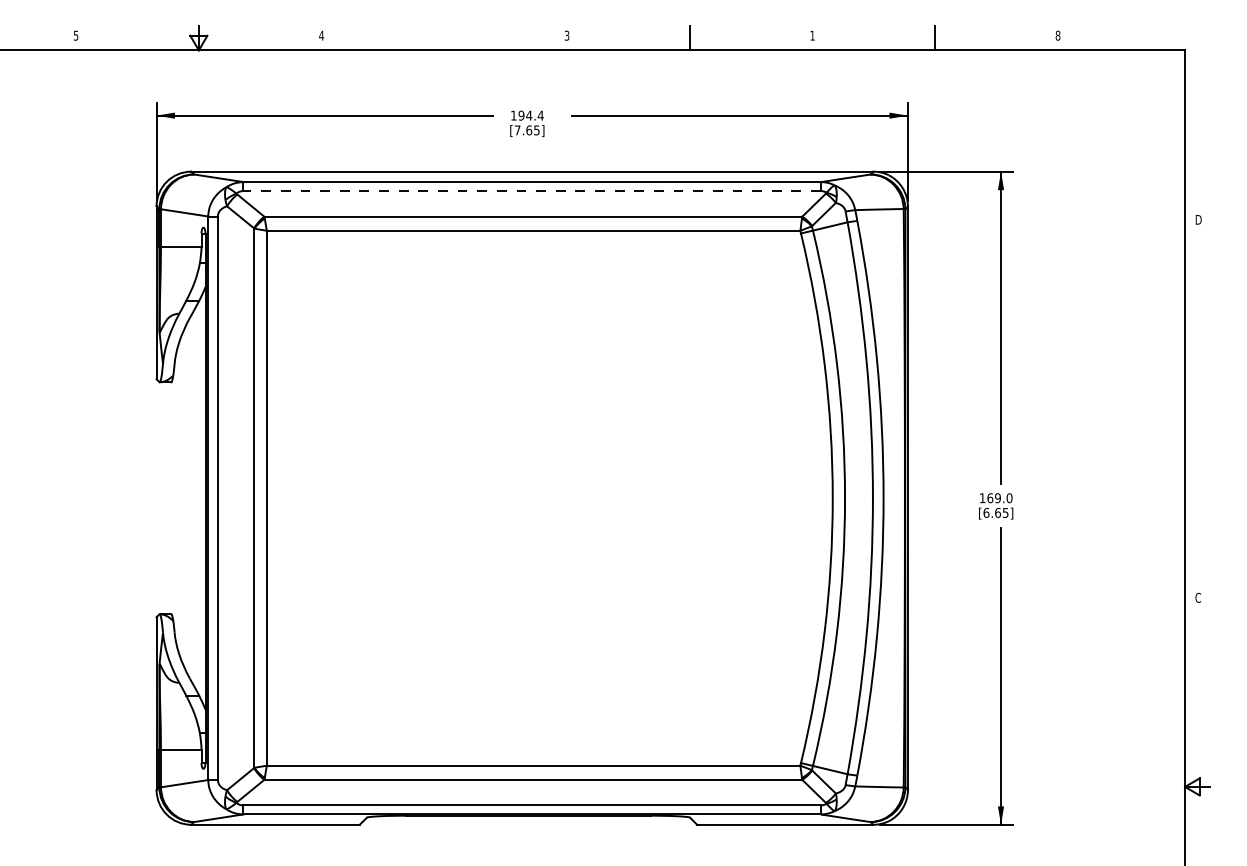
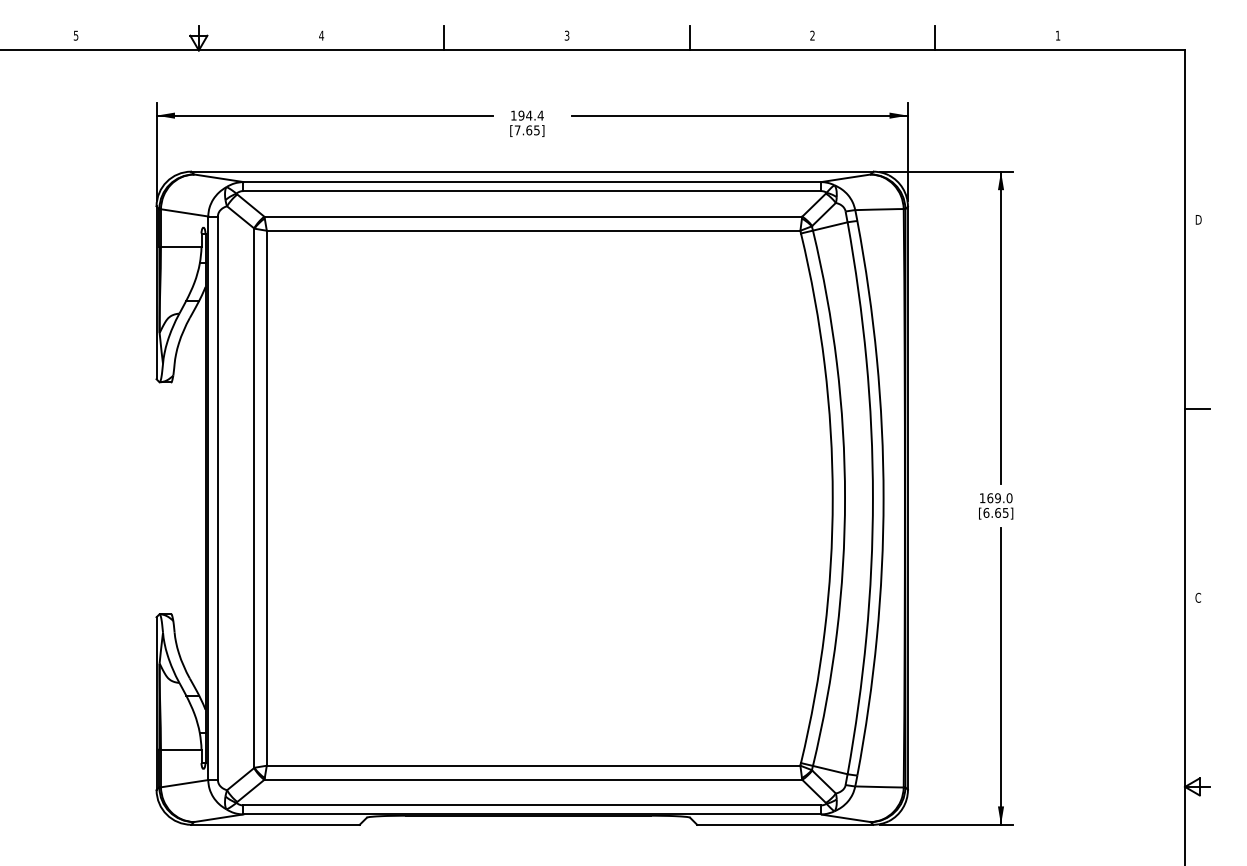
text at (812, 35): 1 -> 2
text at (1057, 35): 8 -> 1
line at (444, 37): none -> present
line at (532, 191): dashed -> solid
line at (1197, 408): none -> present
